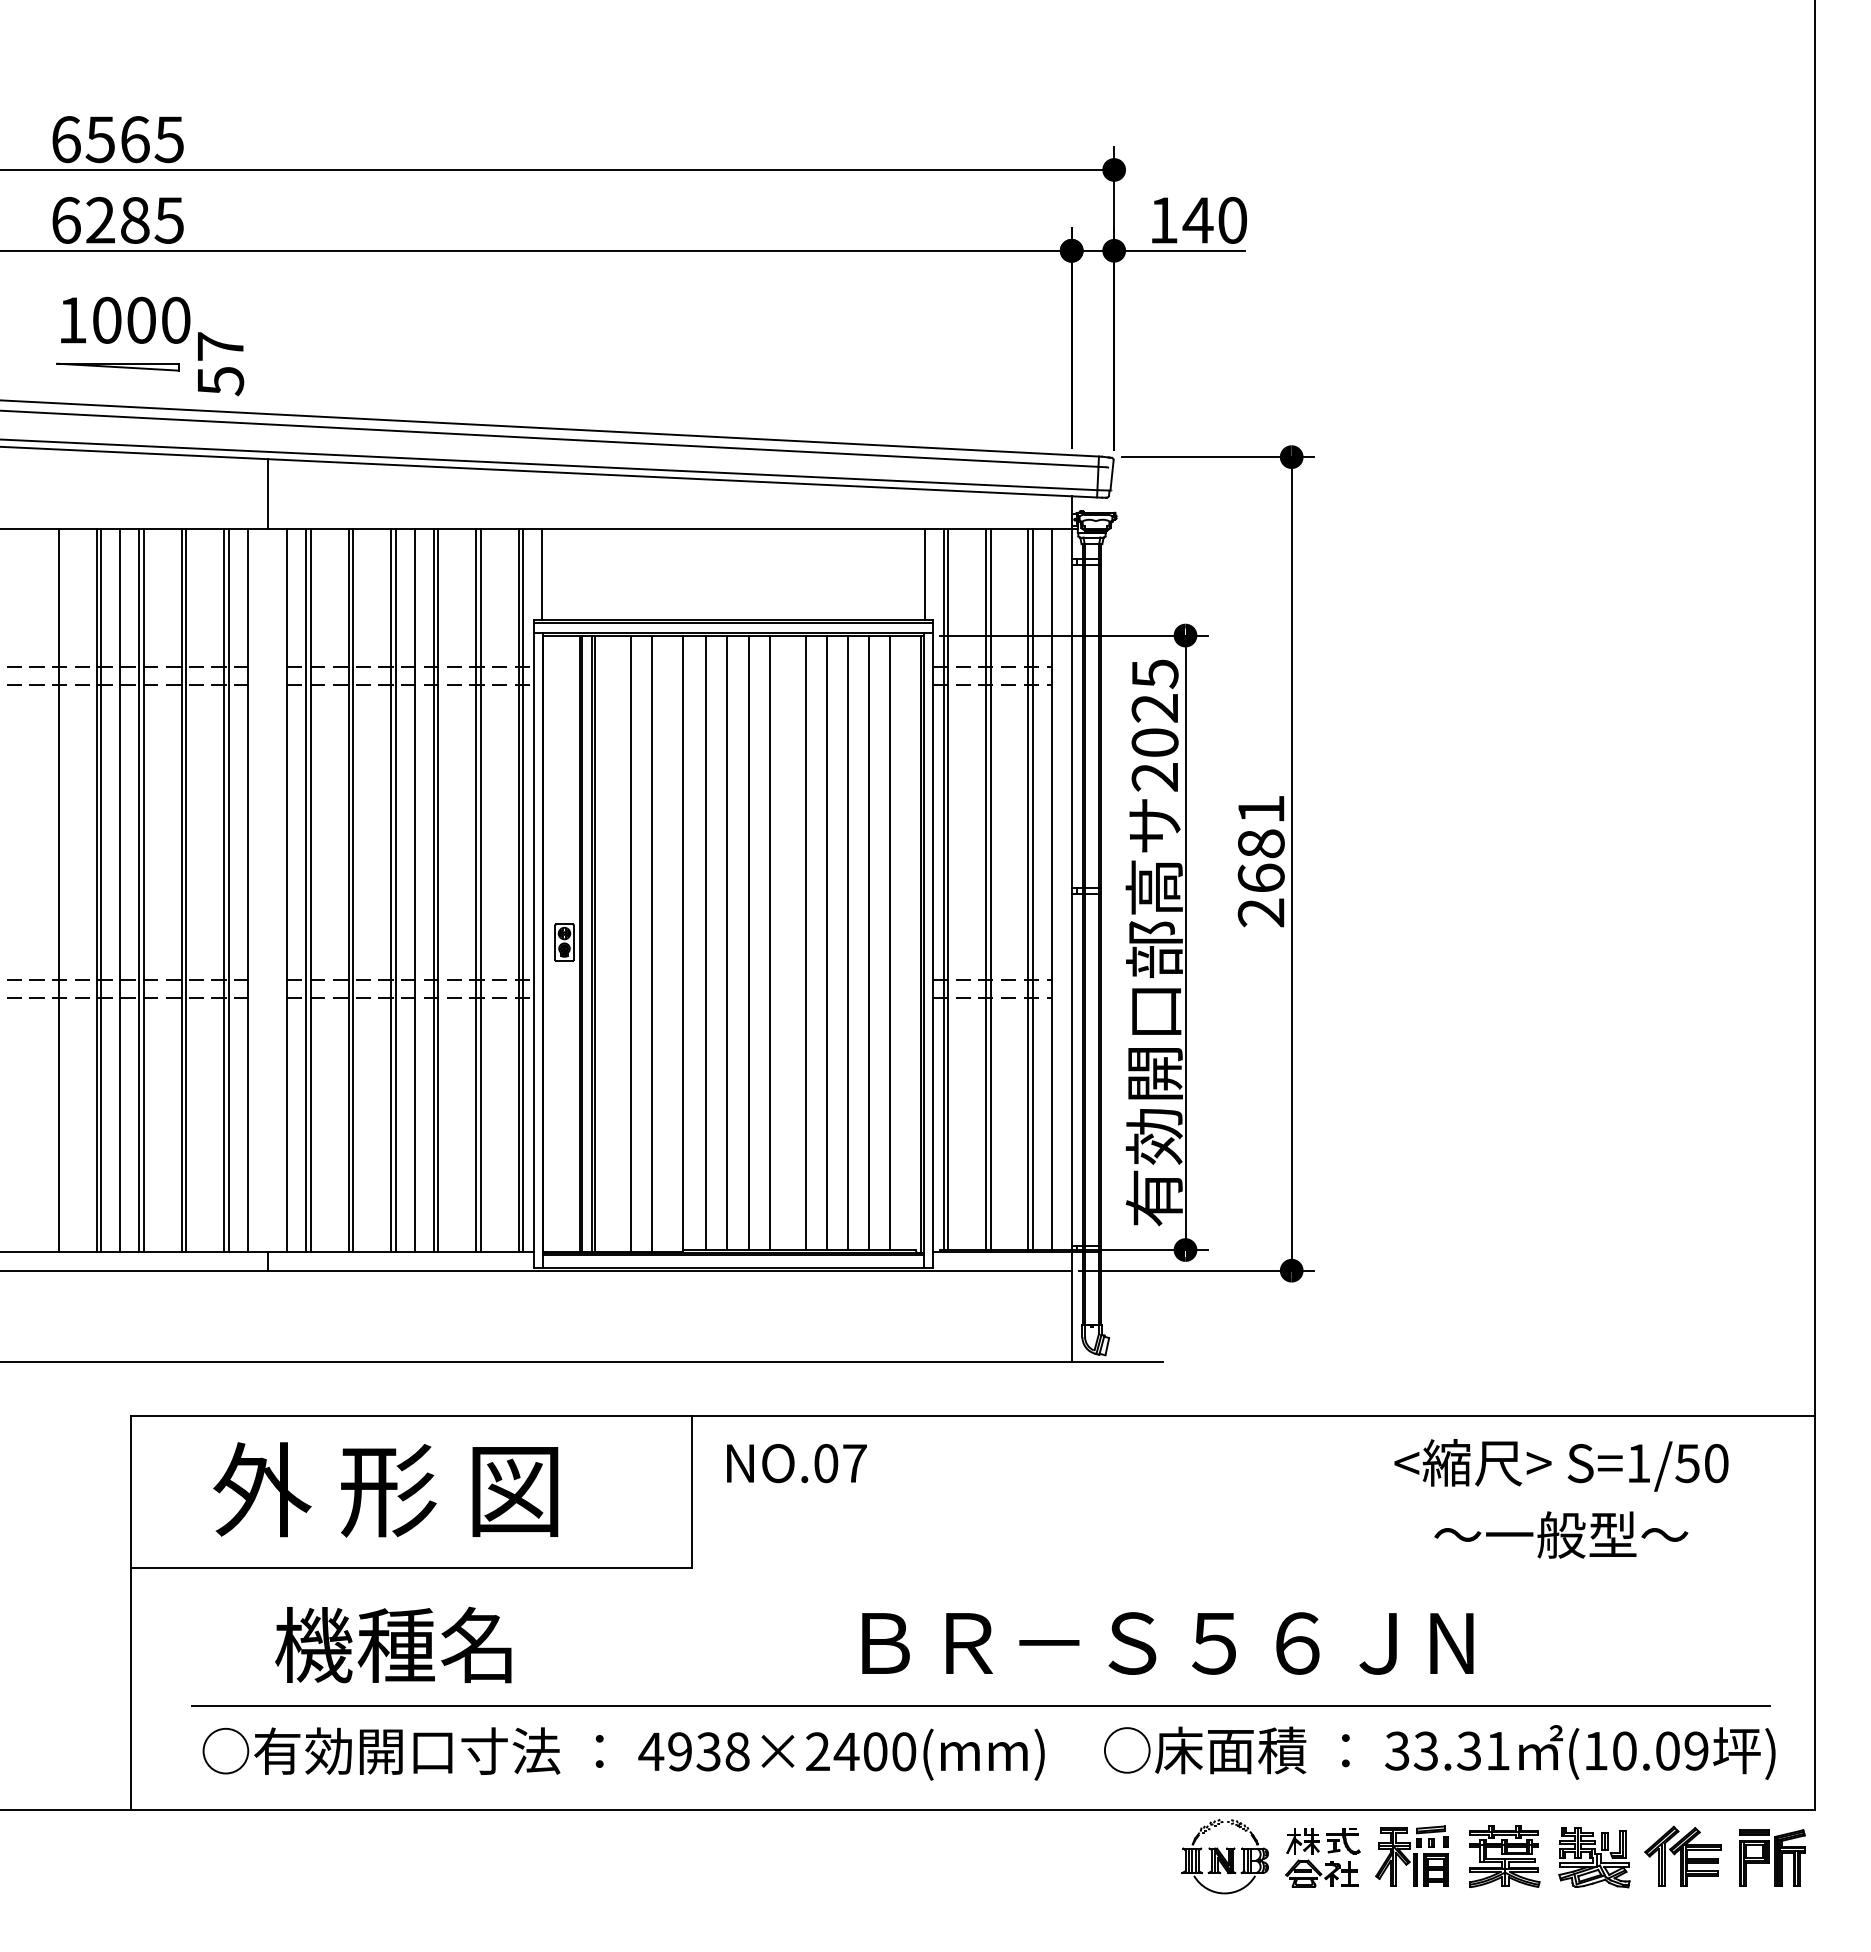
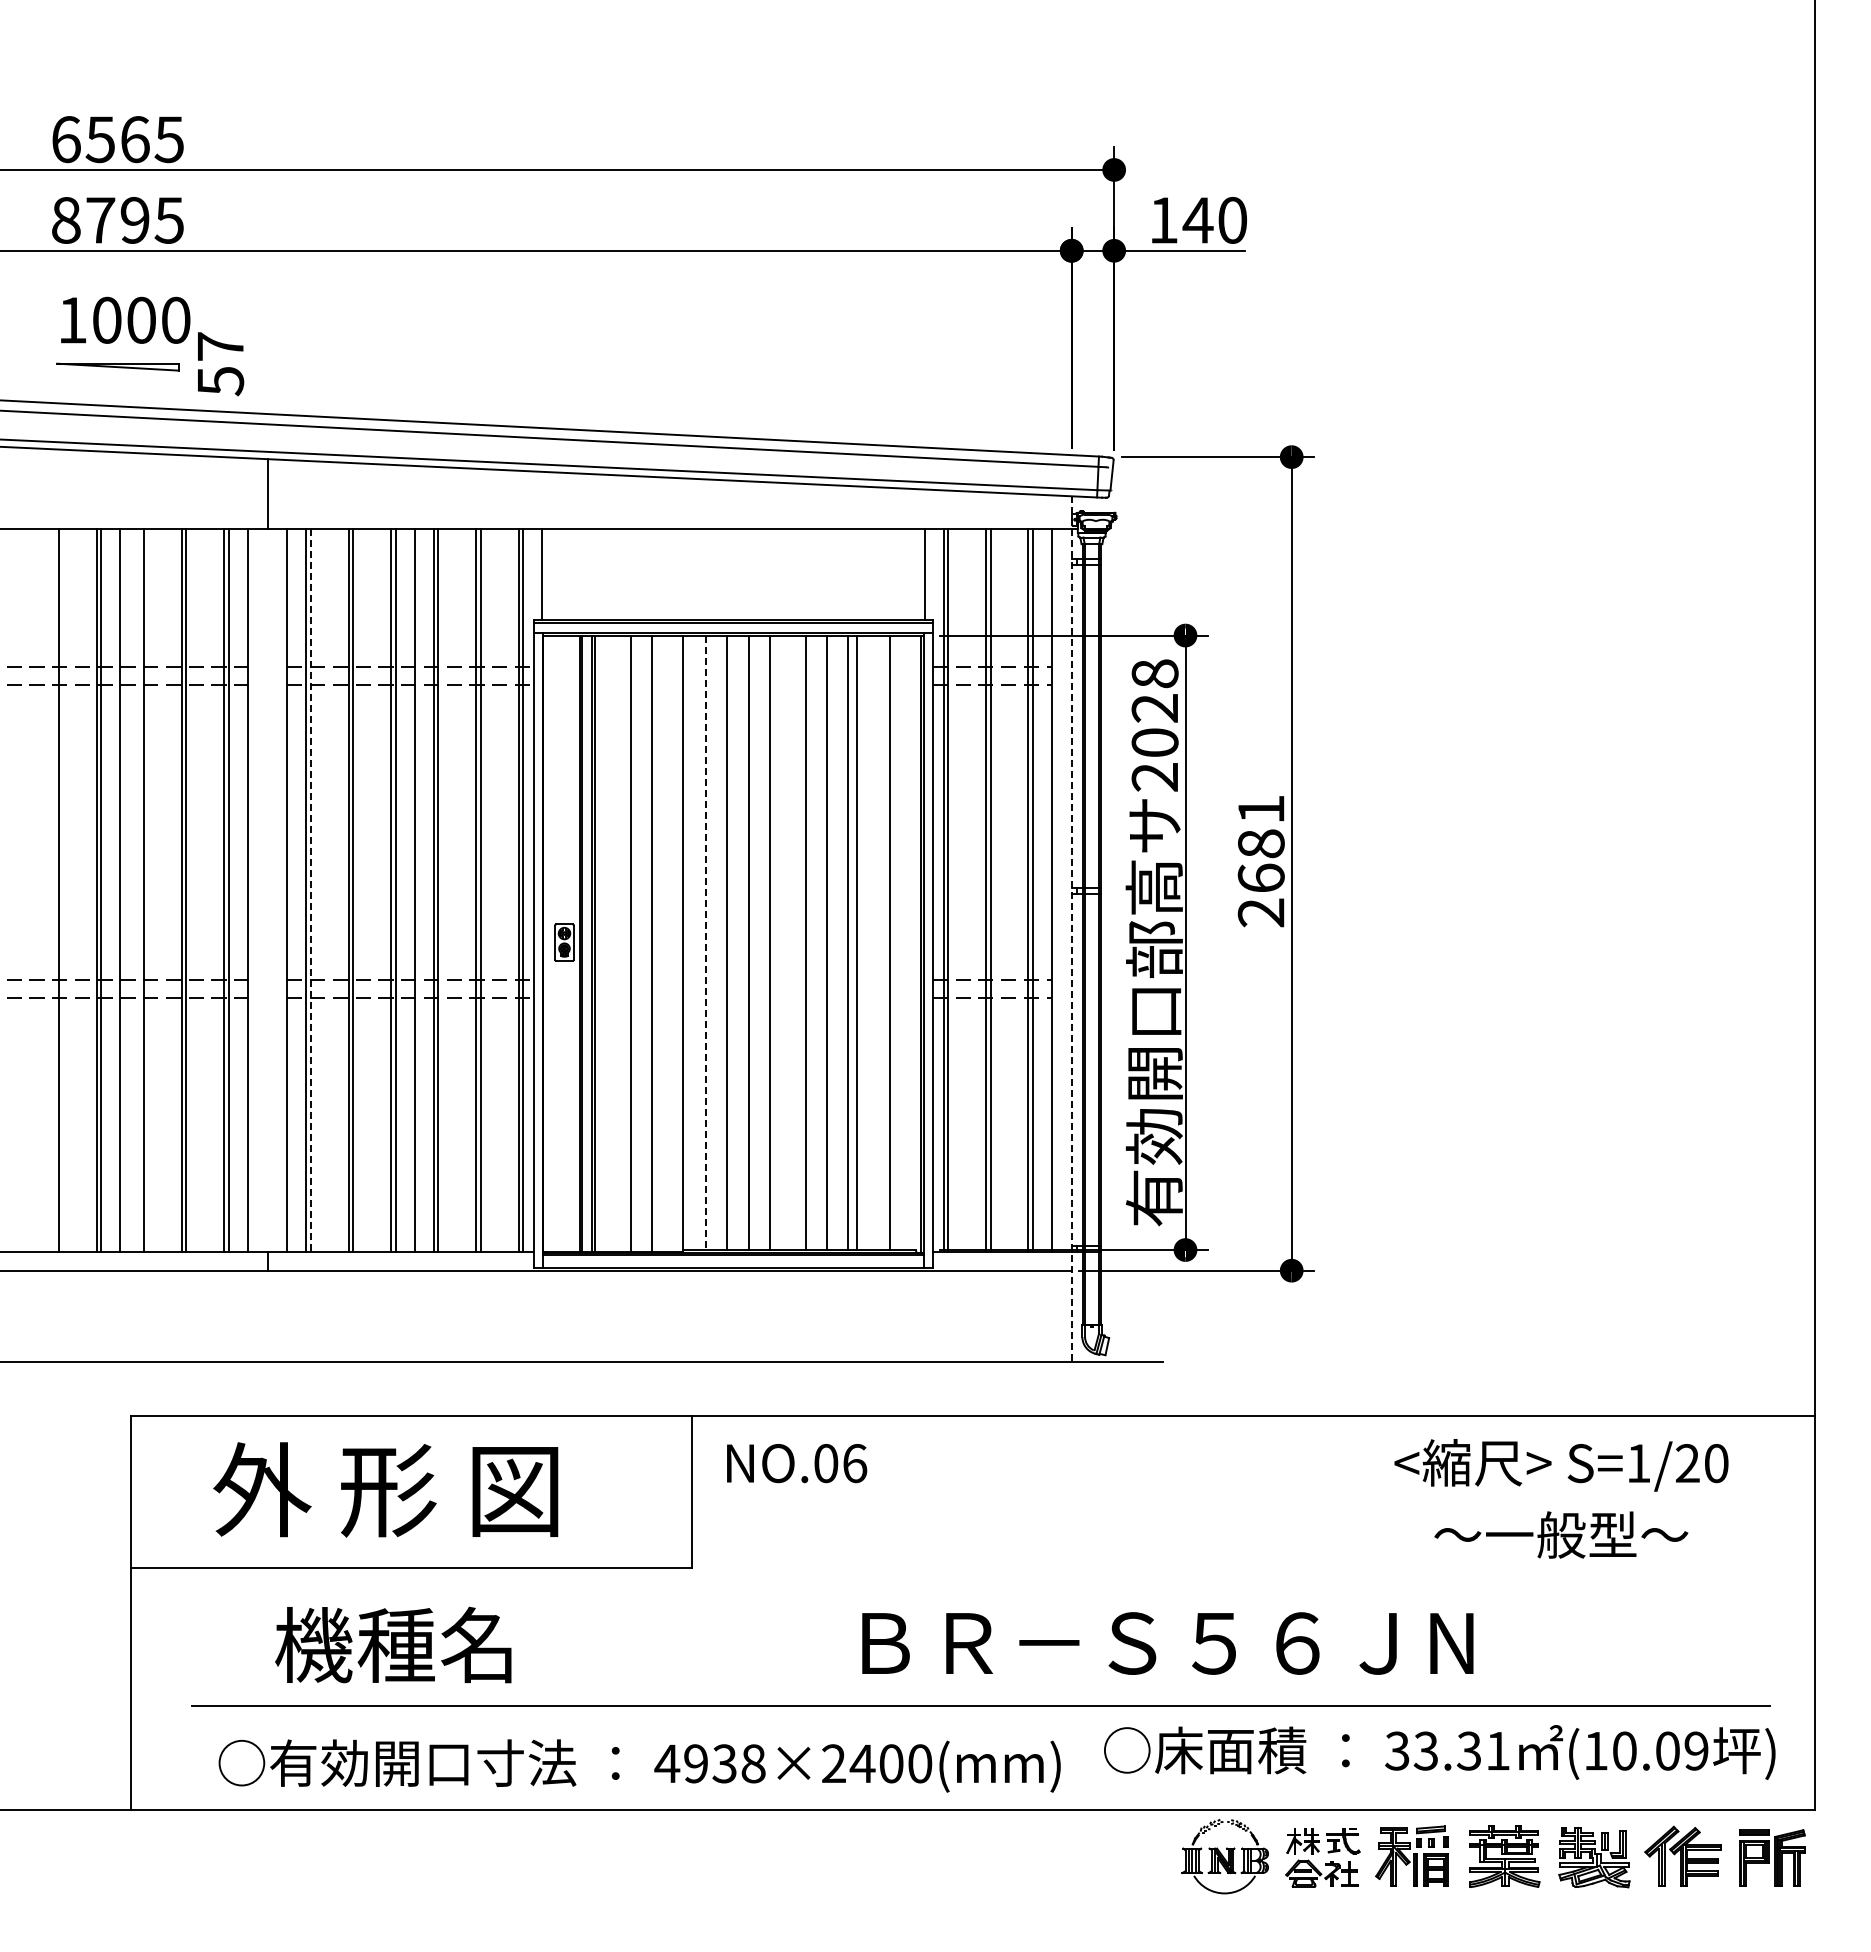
text at (100, 219): 6285 -> 8795
text at (1154, 674): 2025 -> 2028
line at (139, 890): present -> none
line at (310, 890): solid -> dashed
line at (1071, 929): solid -> dashed
line at (869, 942) position: (869, 942) -> (857, 942)
line at (706, 943): solid -> dashed
text at (855, 1463): NO.07 -> NO.06
text at (1687, 1463): S=1/50 -> S=1/20
text at (623, 1753) position: (623, 1753) -> (639, 1765)
